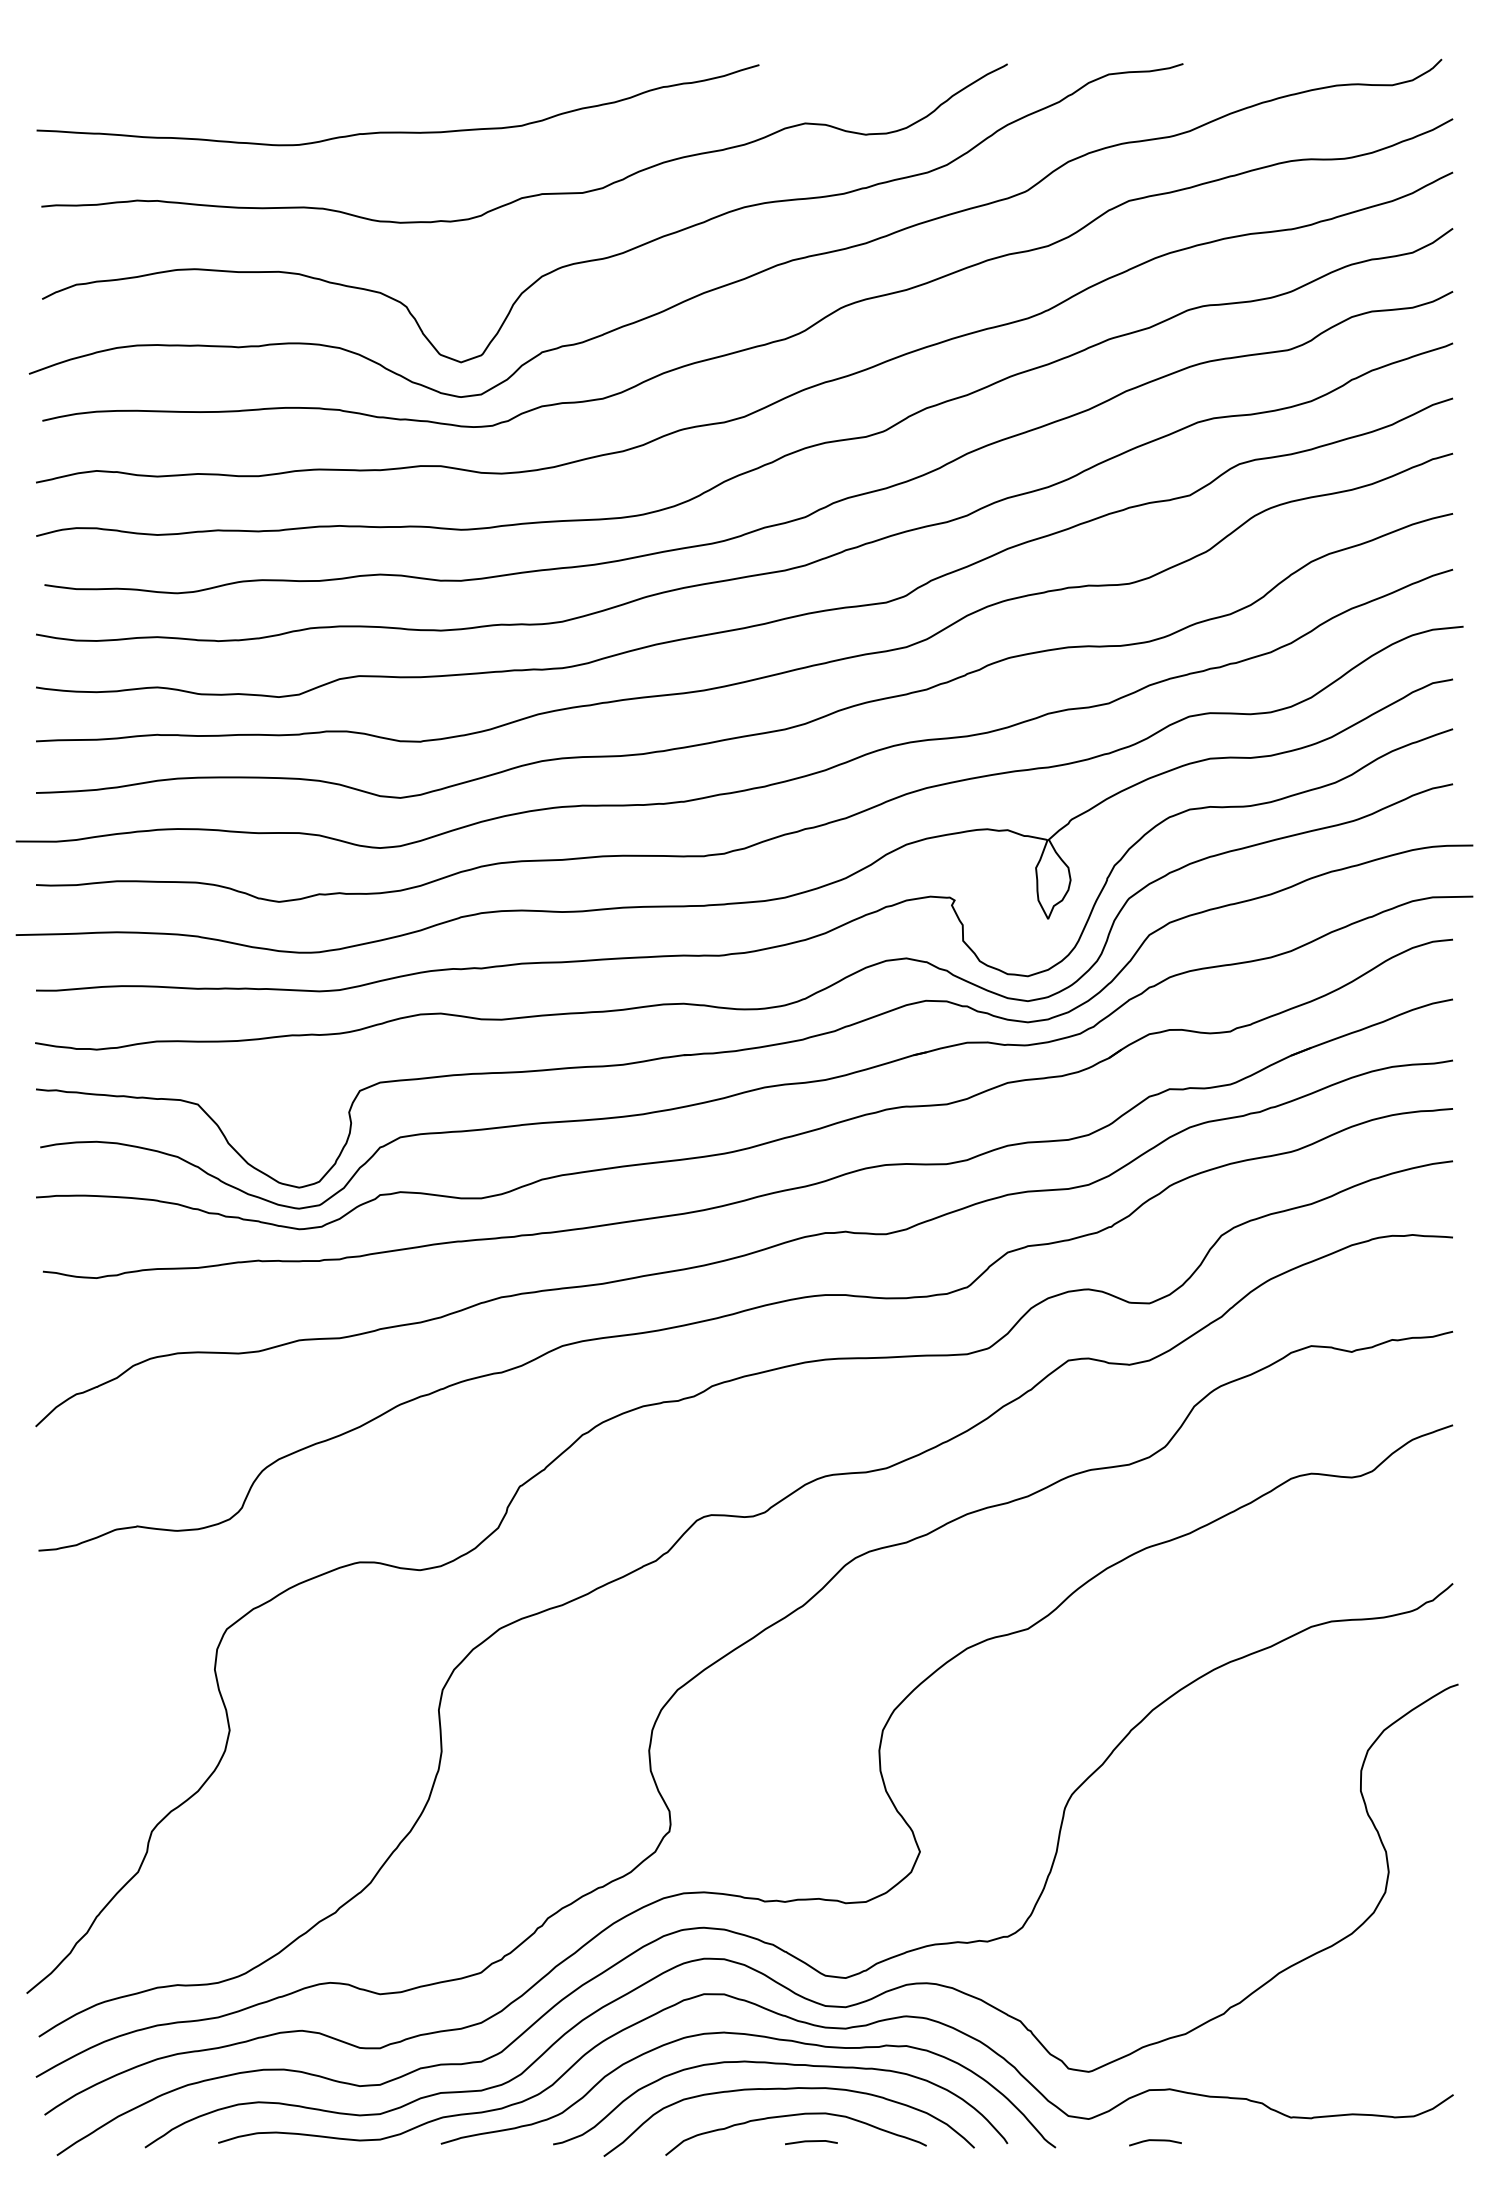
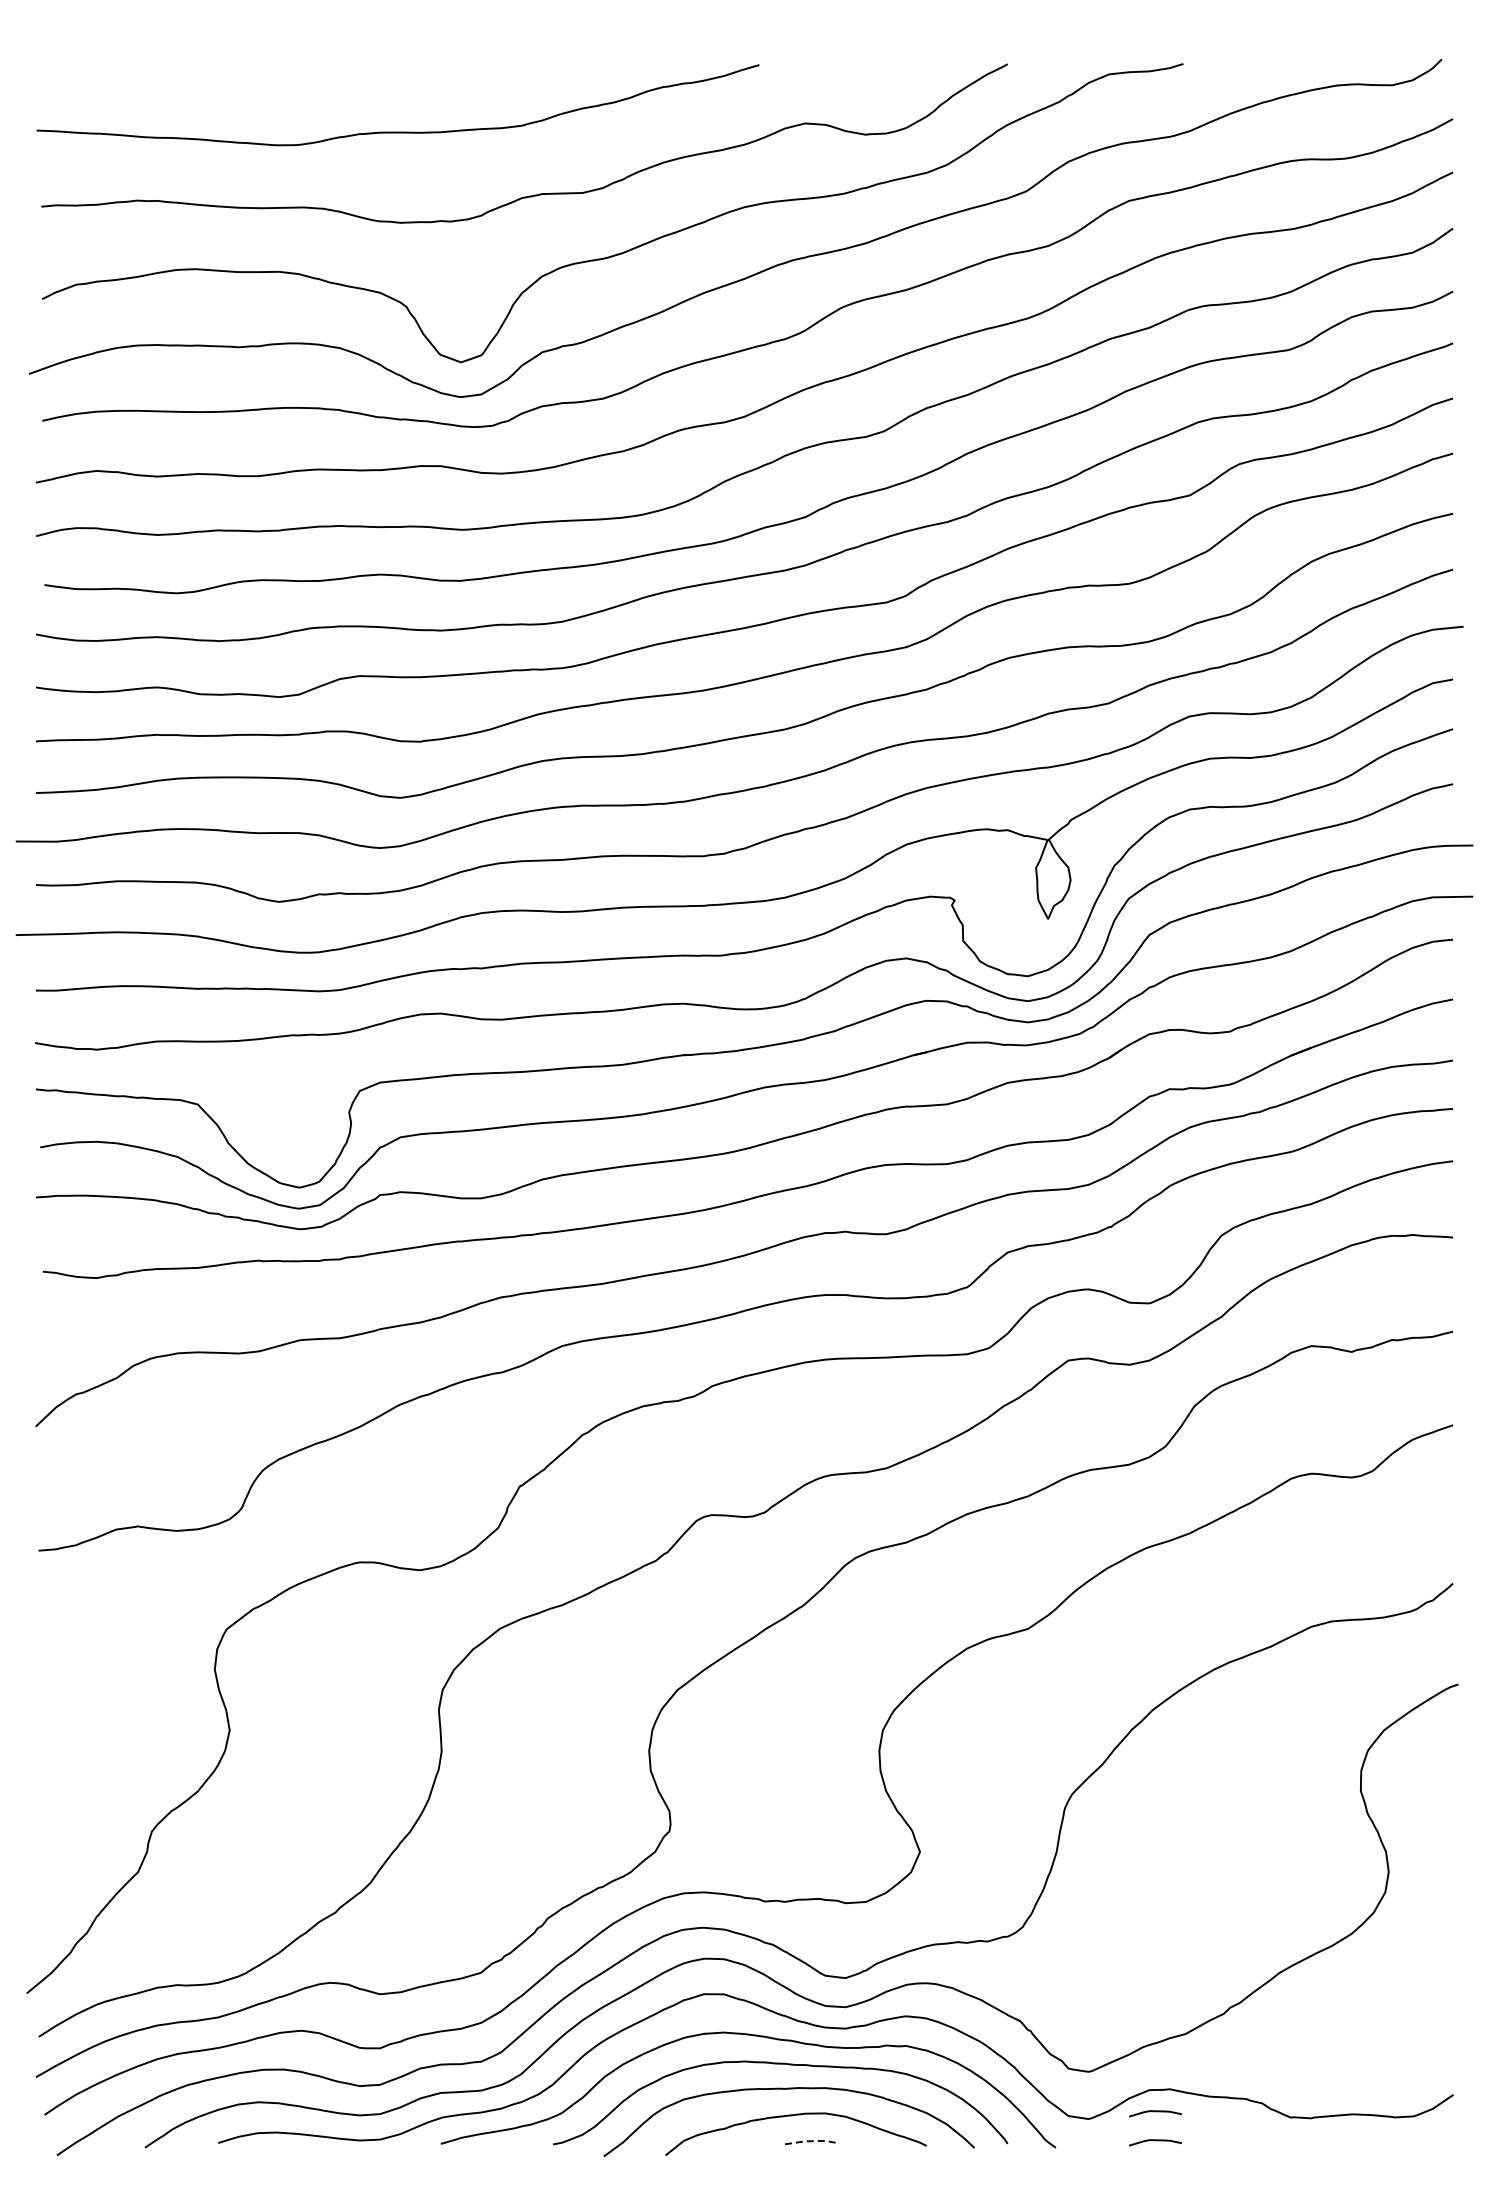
curve at (1155, 2112): none -> present
line at (812, 2141): solid -> dashed
